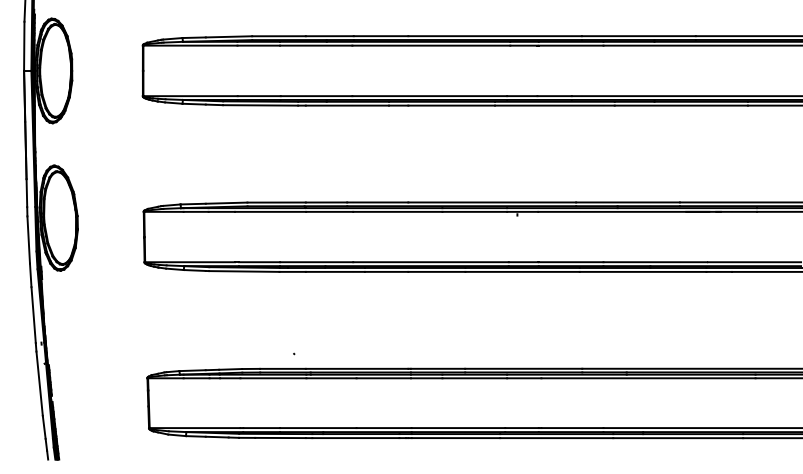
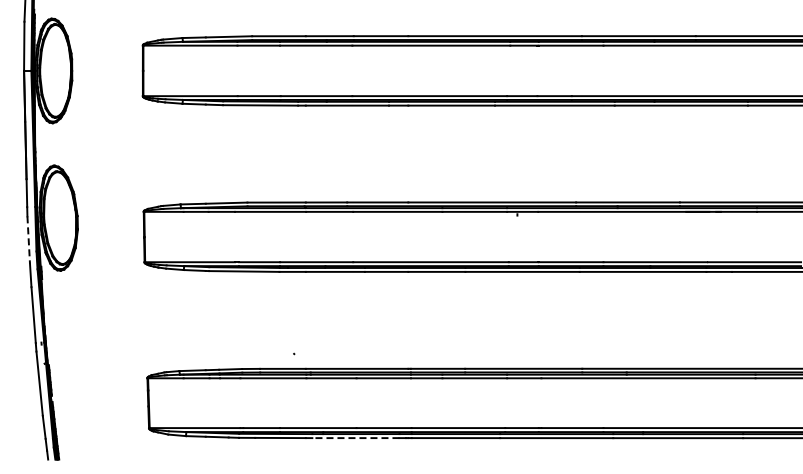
line at (28, 240): solid -> dashed
line at (355, 438): solid -> dashed
